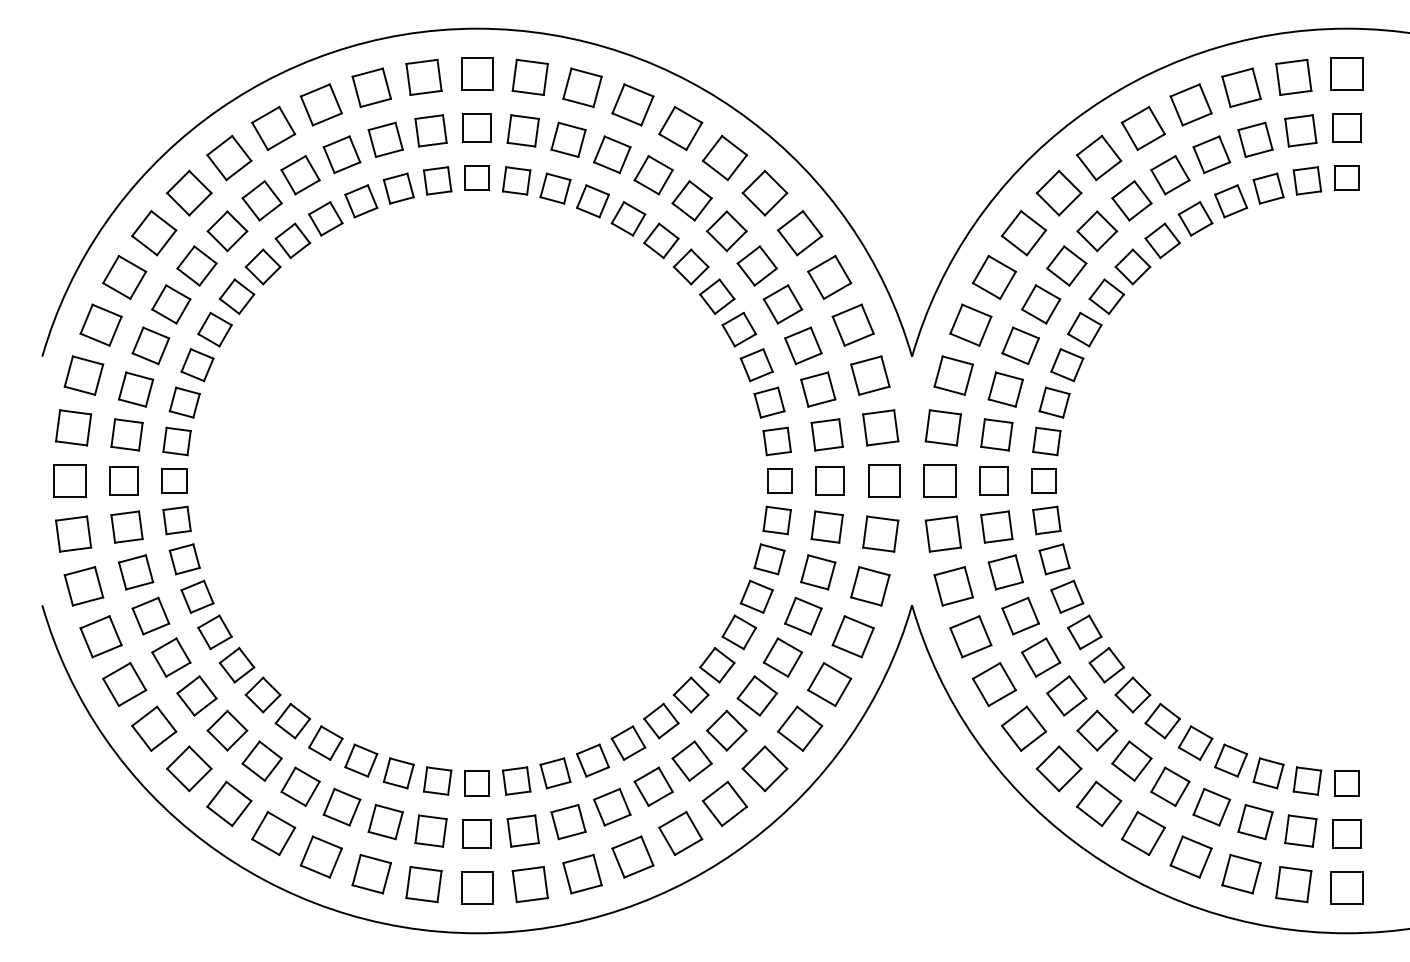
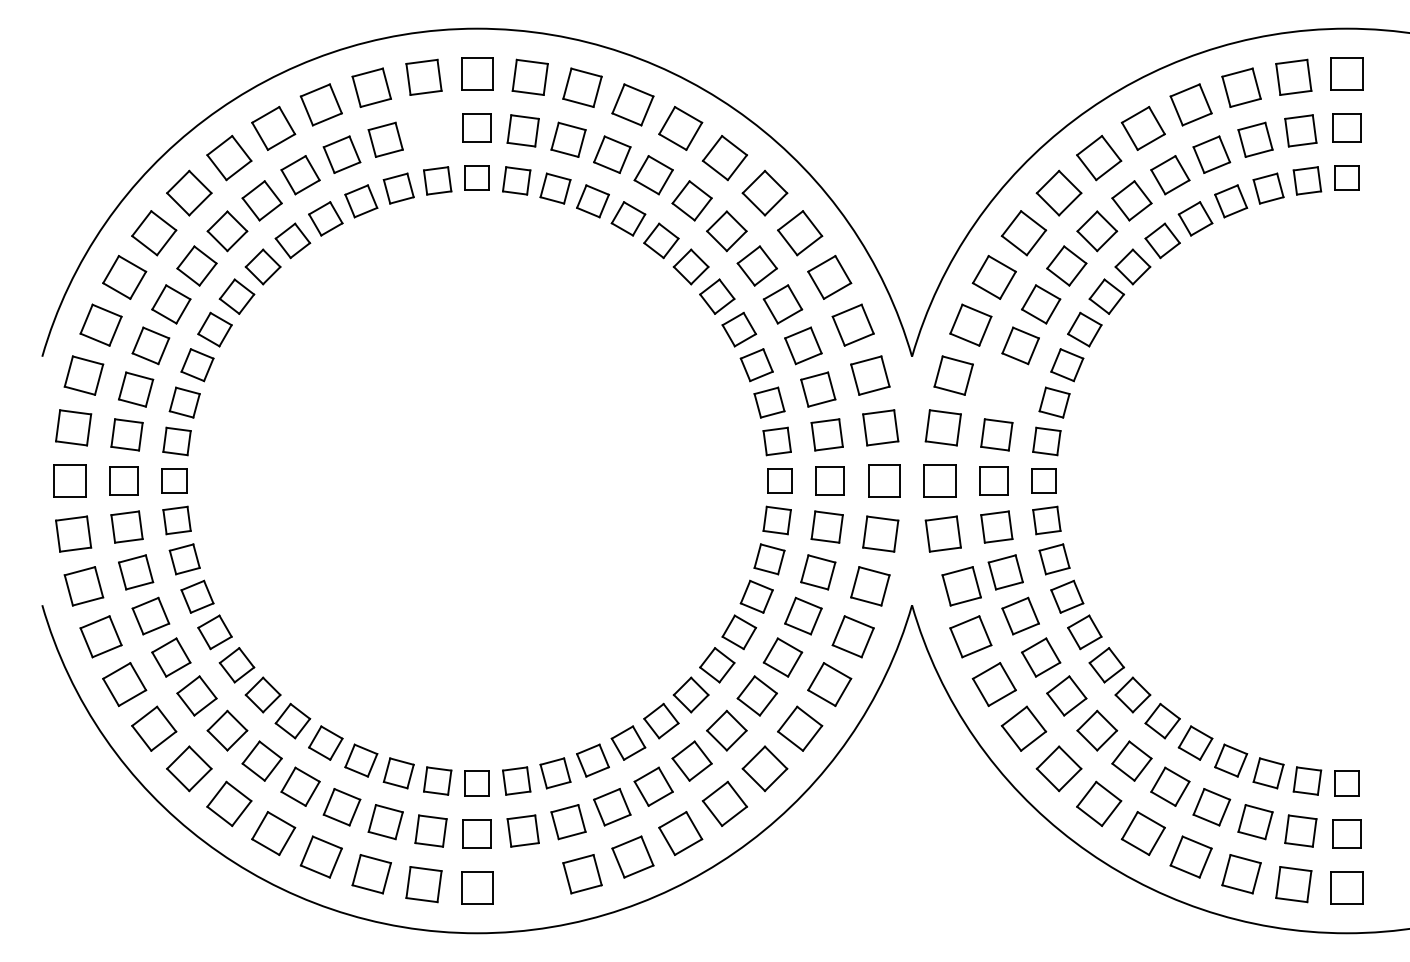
part at (430, 130): present -> none
part at (1005, 389): present -> none
part at (953, 586) position: (953, 586) -> (961, 586)
part at (529, 884): present -> none
